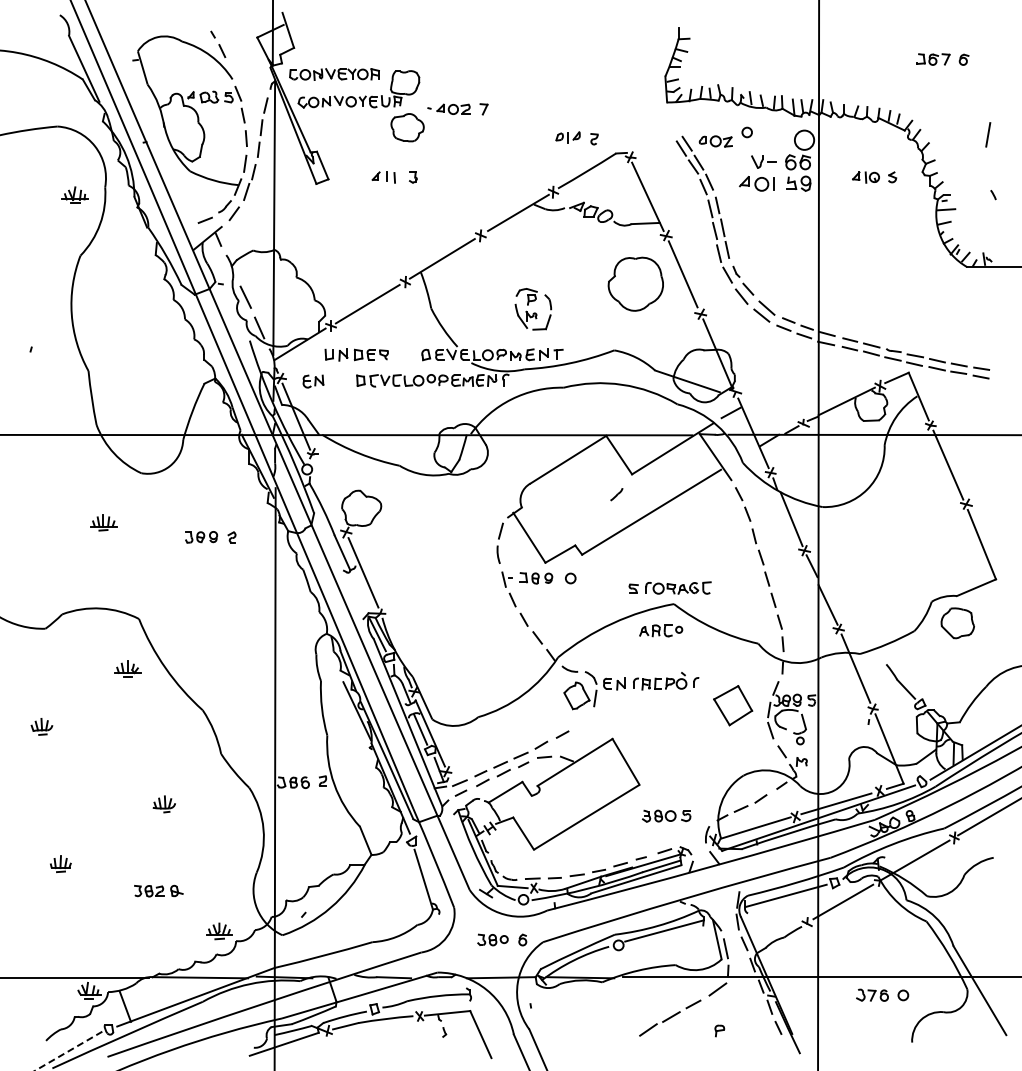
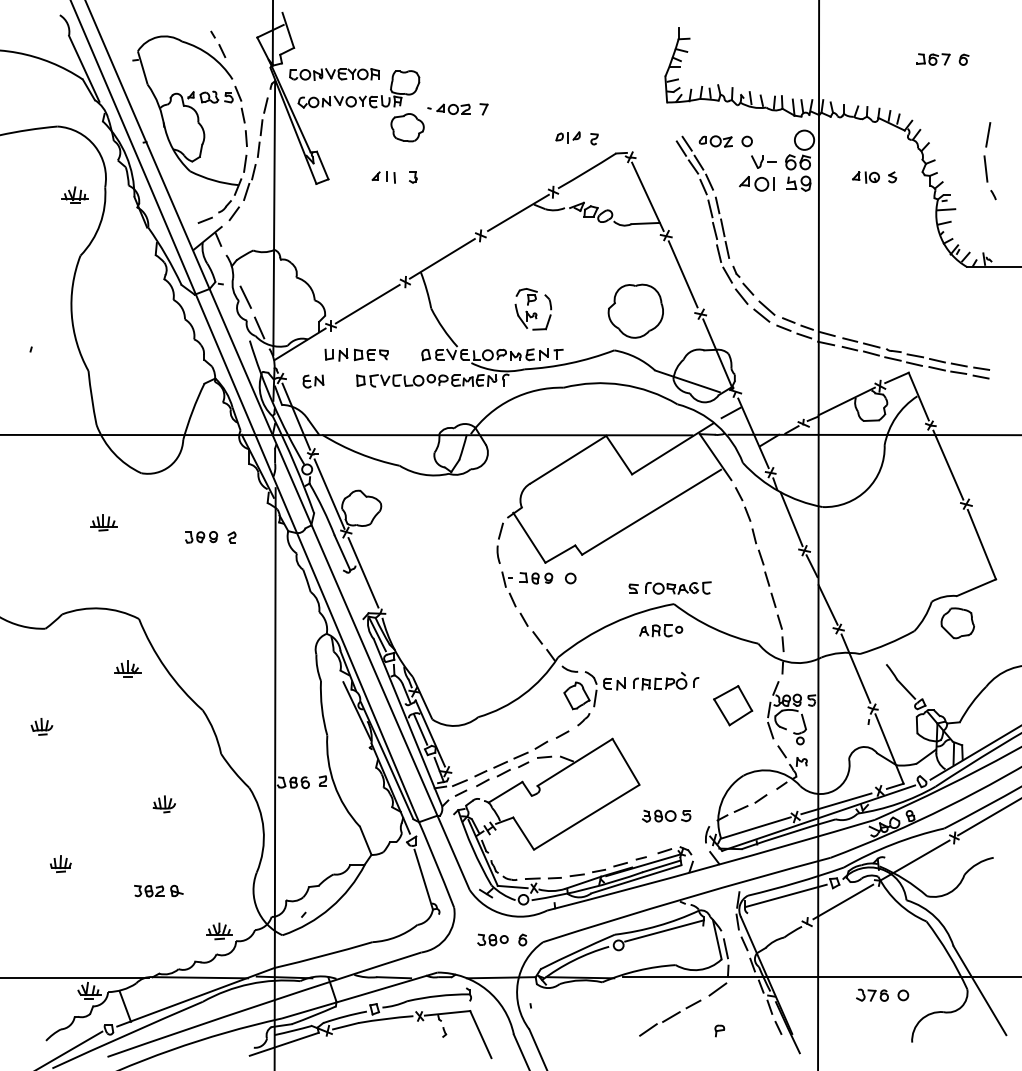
circle at (746, 132) position: (746, 132) -> (746, 141)
line at (985, 168): none -> present
part at (635, 283) position: (635, 283) -> (635, 310)
line at (329, 493): none -> present
line at (616, 494) position: (616, 494) -> (583, 719)
line at (68, 1051): dashed -> solid
